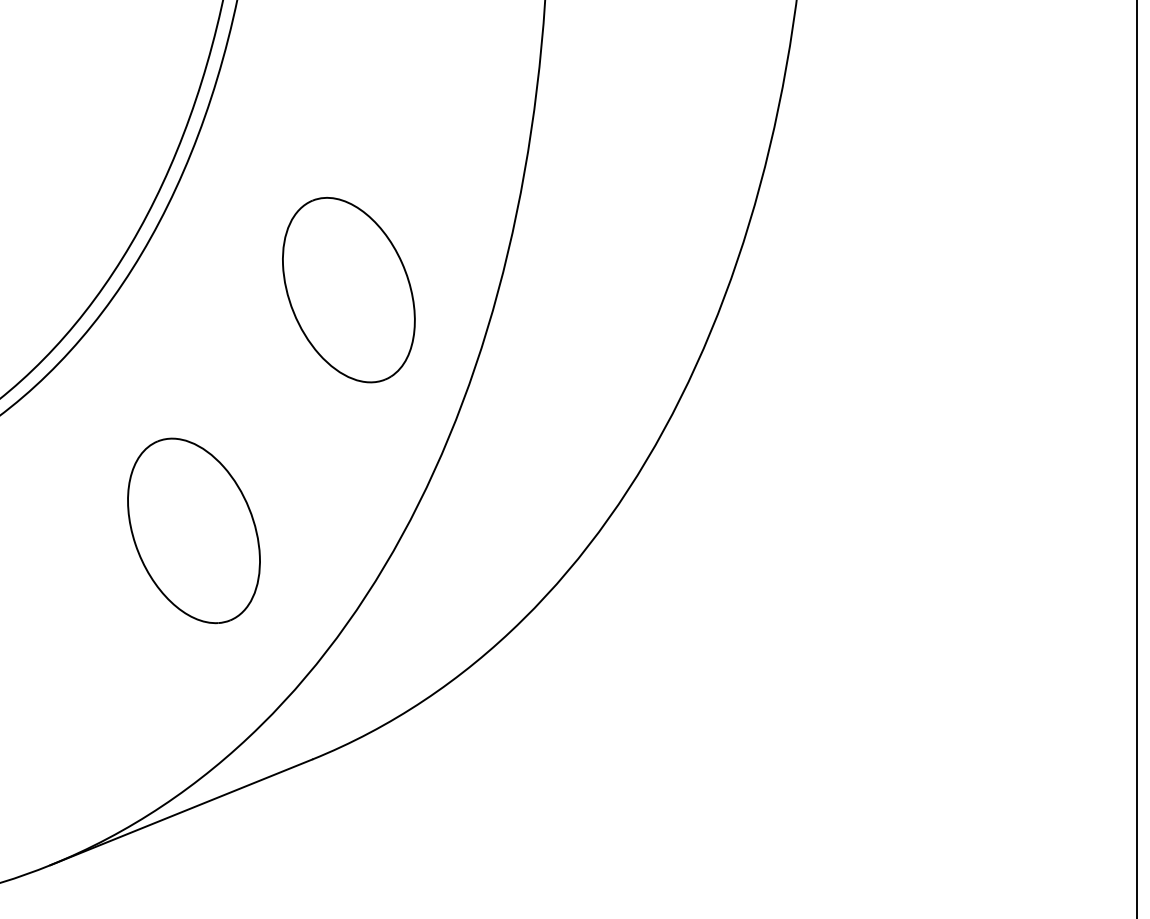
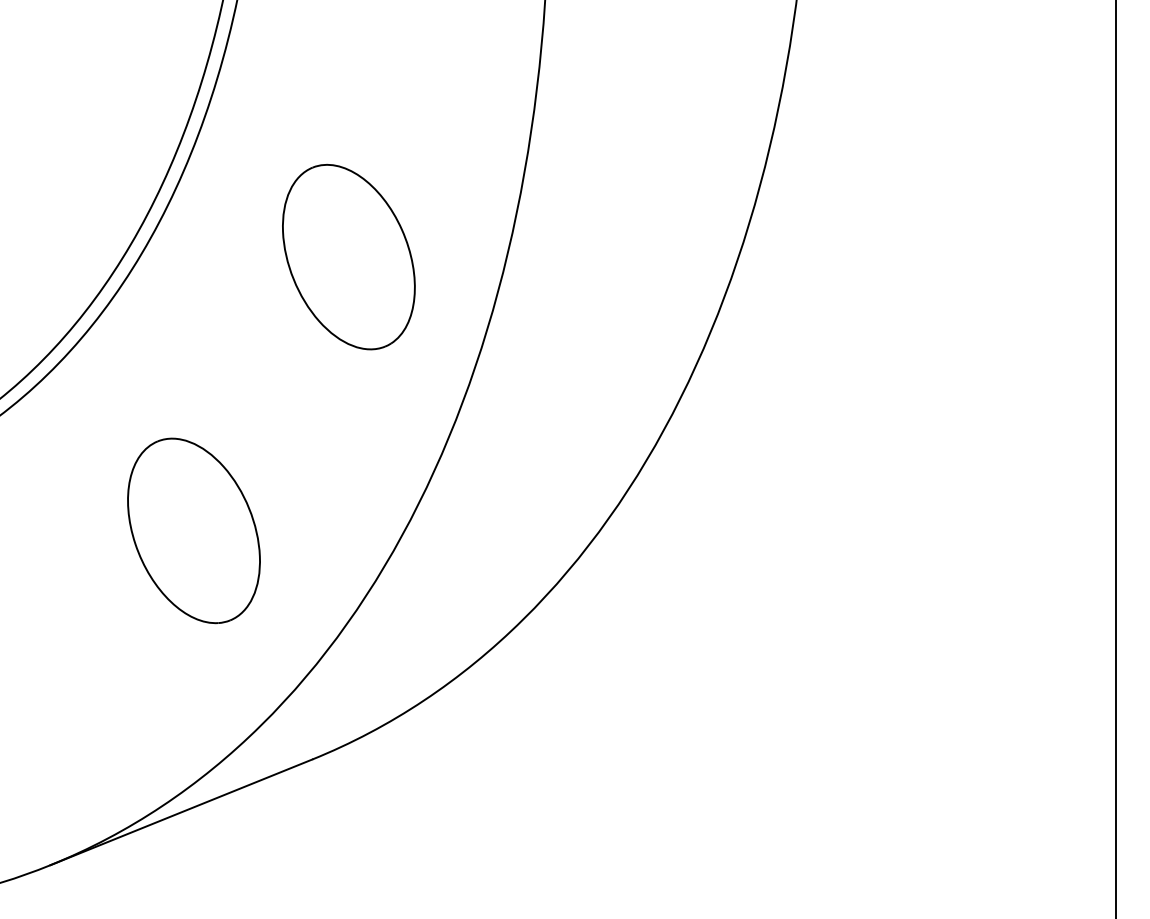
part at (348, 290) position: (348, 290) -> (348, 257)
line at (1136, 458) position: (1136, 458) -> (1115, 458)
